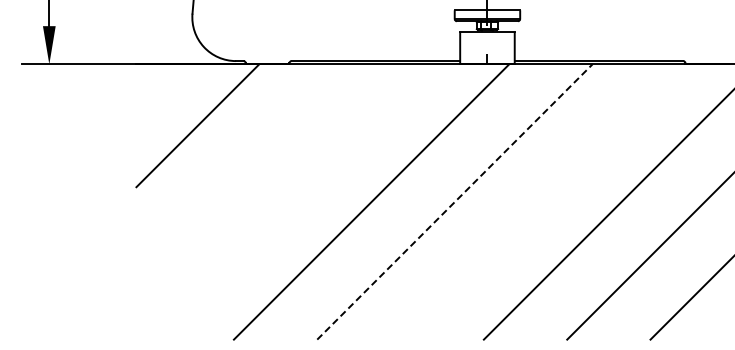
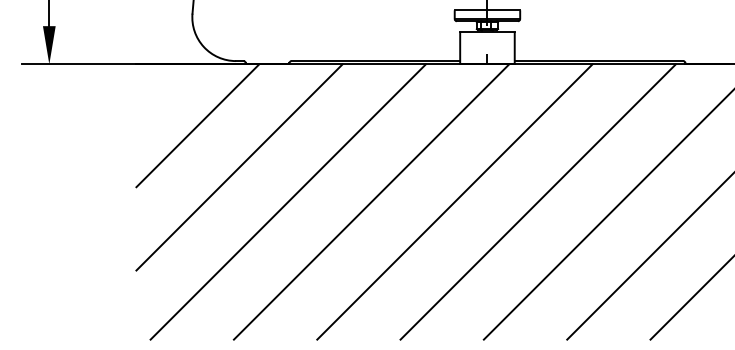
line at (239, 167): none -> present
line at (287, 201): none -> present
line at (537, 201): none -> present
line at (454, 202): dashed -> solid
